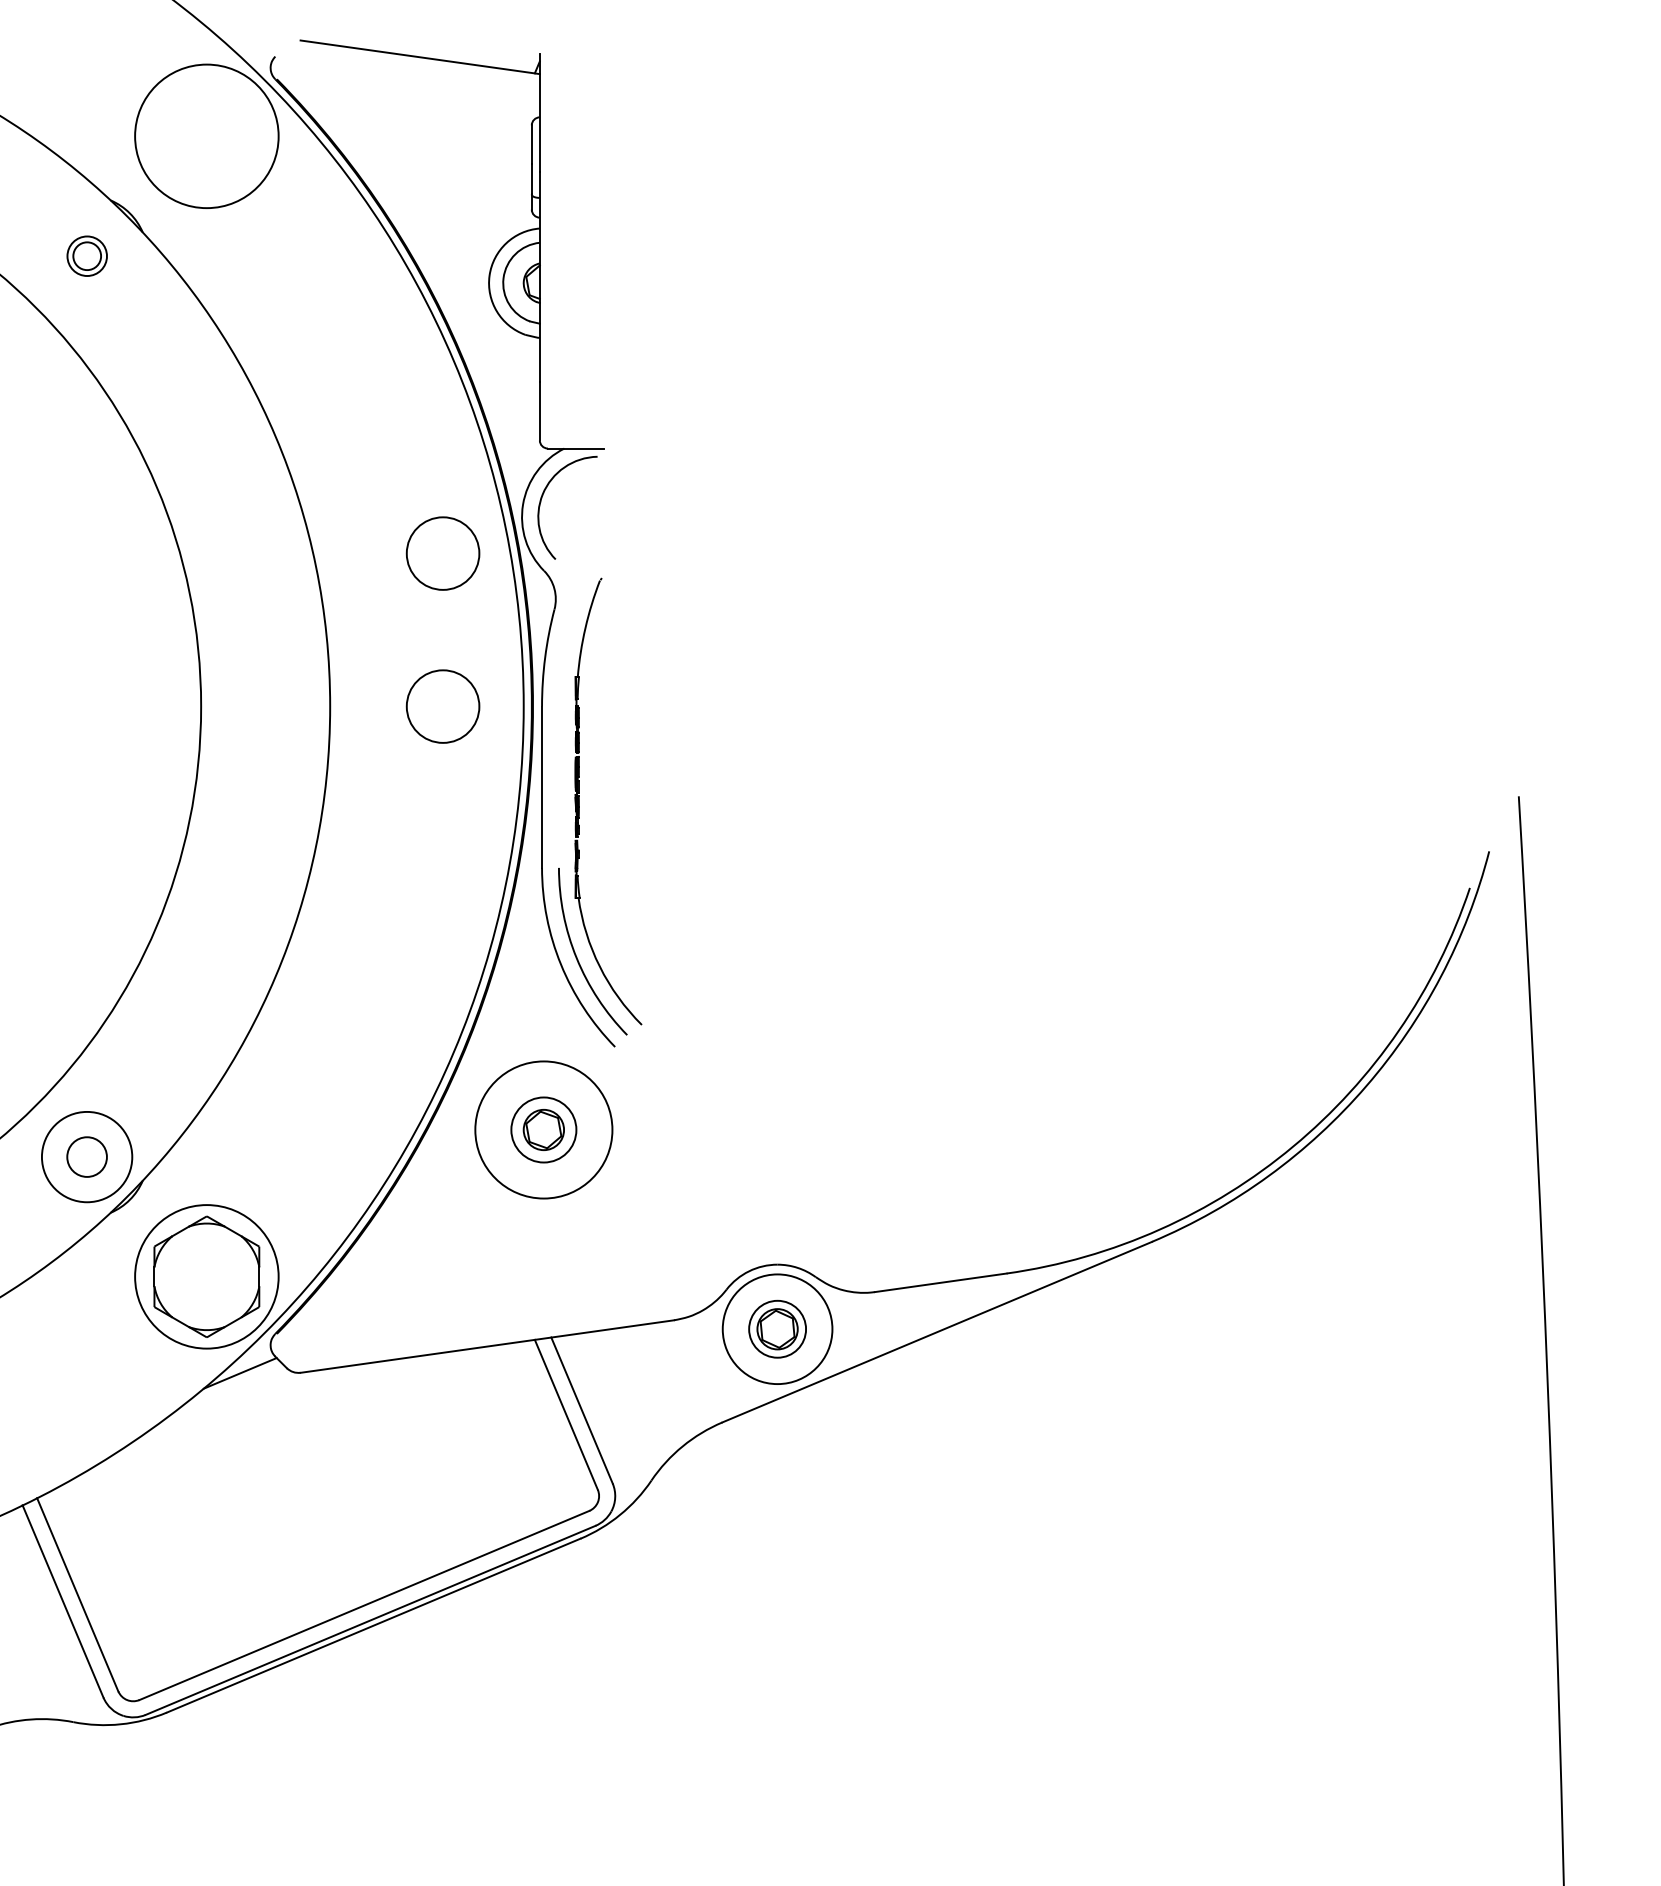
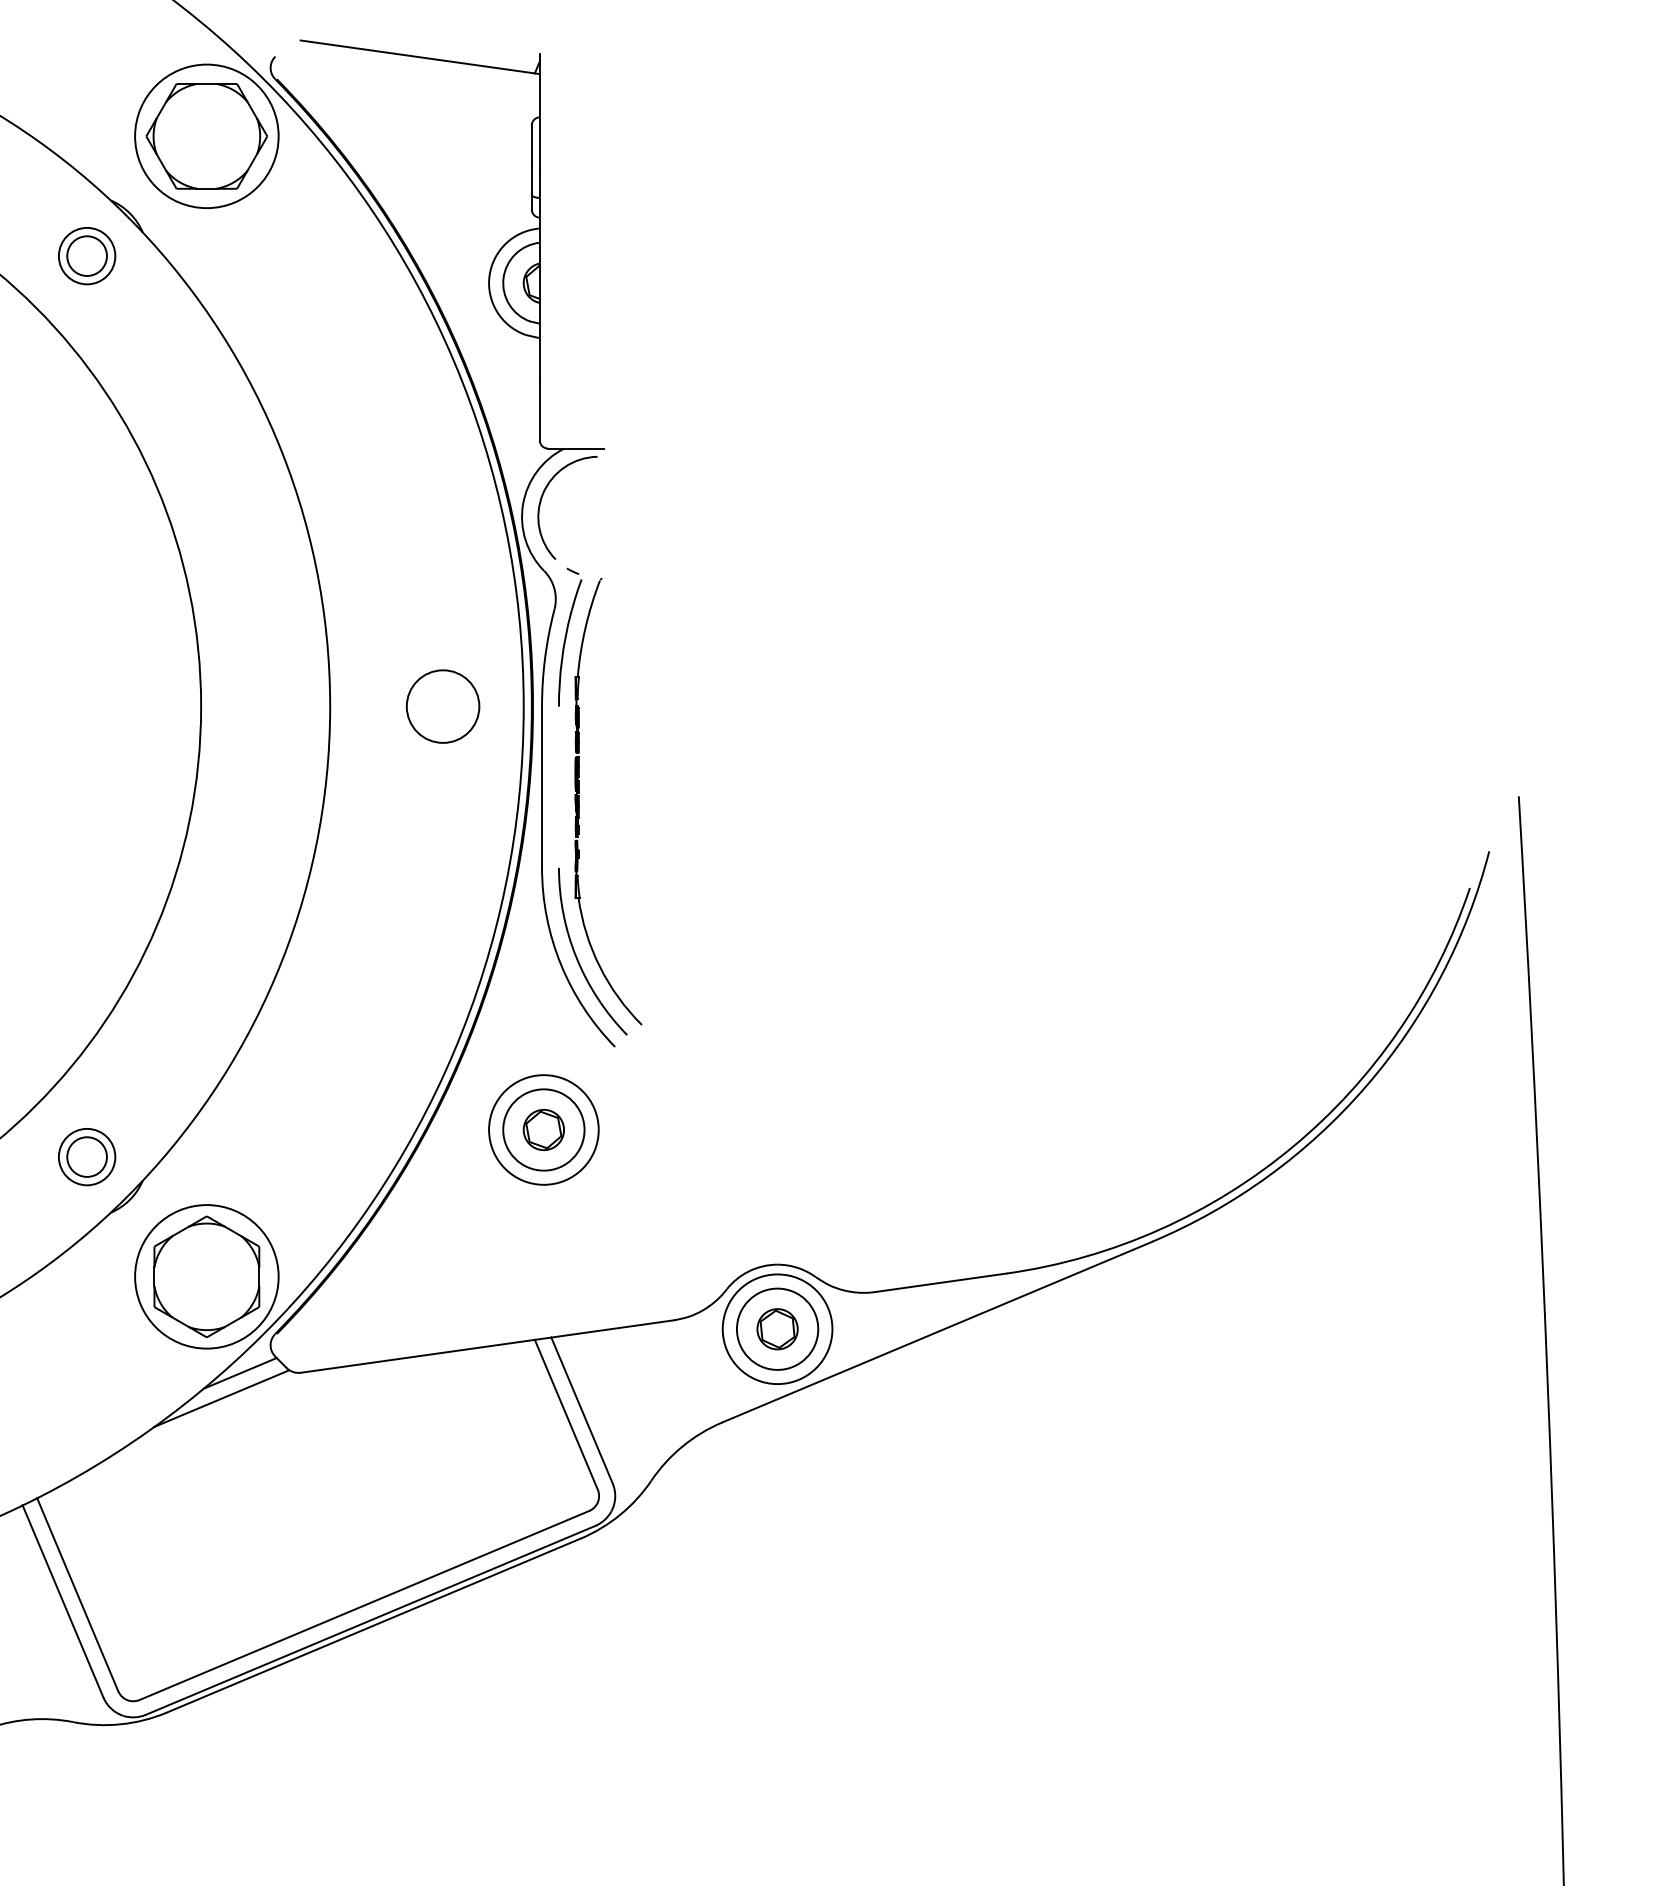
part at (206, 136): none -> present
part at (86, 255) size: 42x42 px -> 59x59 px
circle at (442, 553): present -> none
part at (570, 636): none -> present
circle at (543, 1129) diameter: 137 px -> 110 px
circle at (543, 1129) diameter: 65 px -> 81 px
circle at (86, 1156) diameter: 90 px -> 56 px
circle at (777, 1328) diameter: 57 px -> 81 px
line at (221, 1398): none -> present
